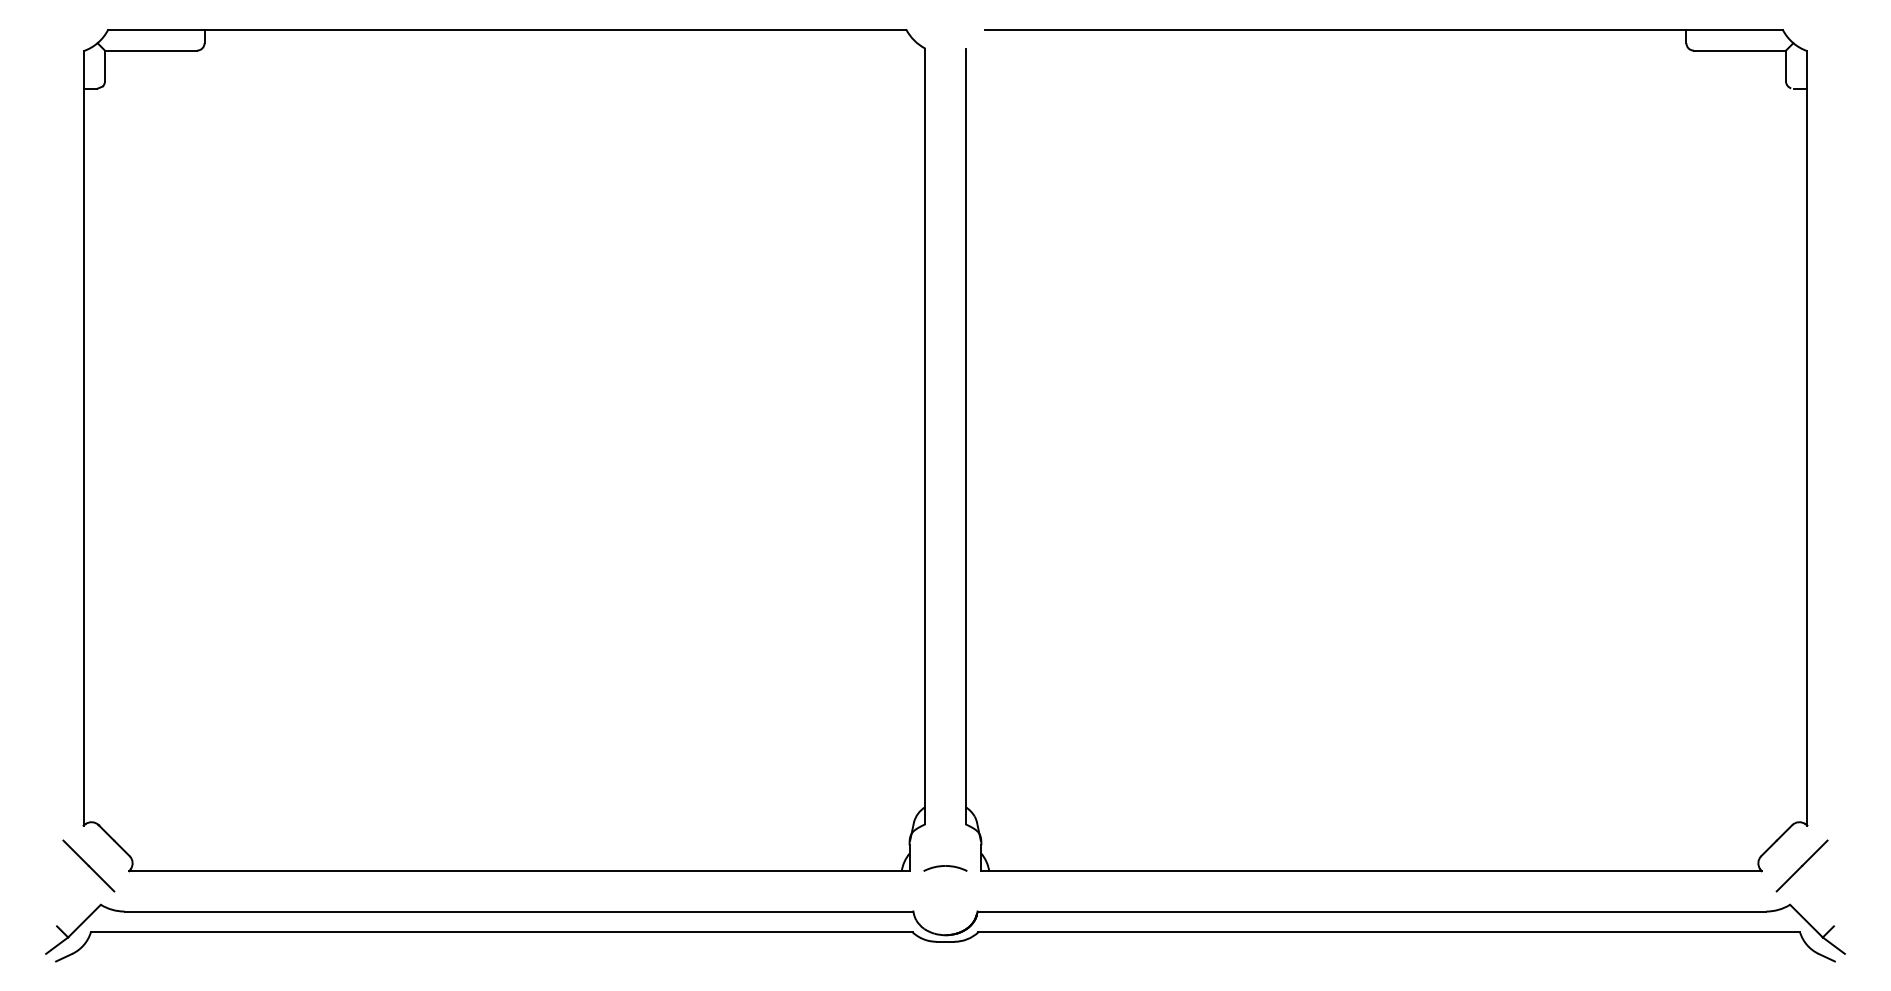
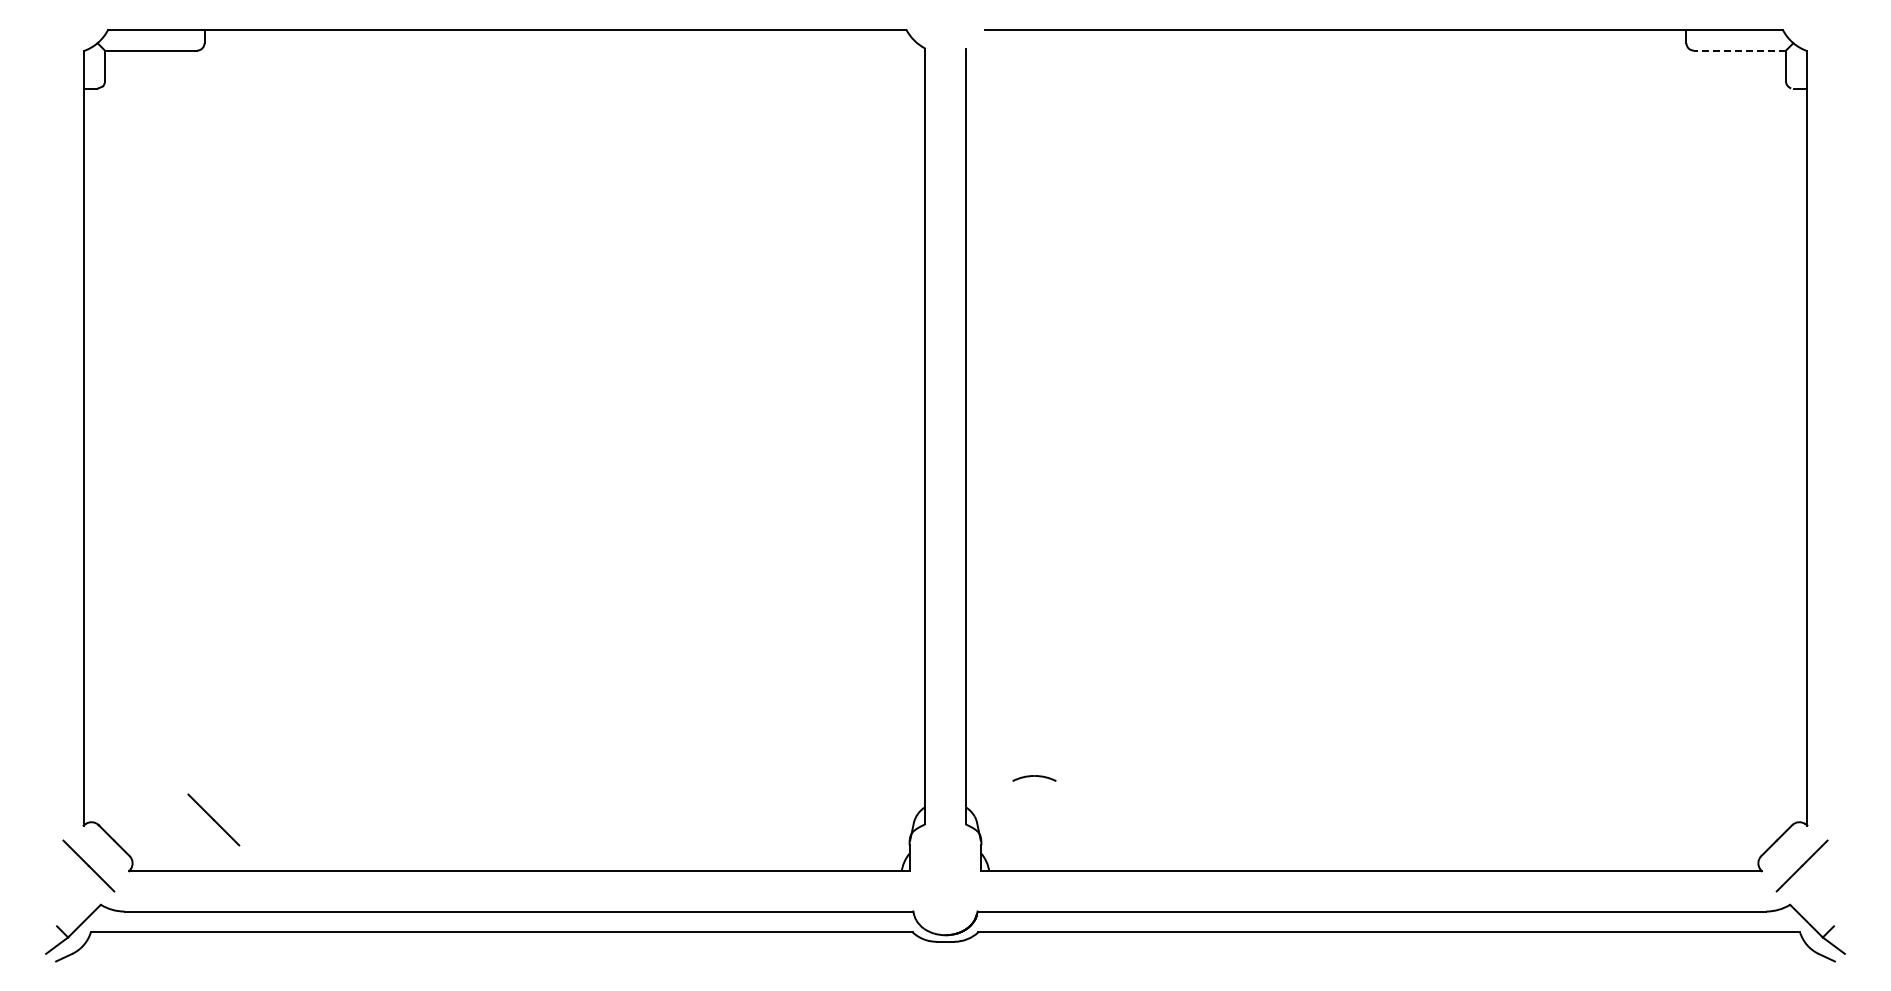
line at (1739, 50): solid -> dashed
line at (213, 819): none -> present
part at (945, 868) position: (945, 868) -> (1034, 778)
